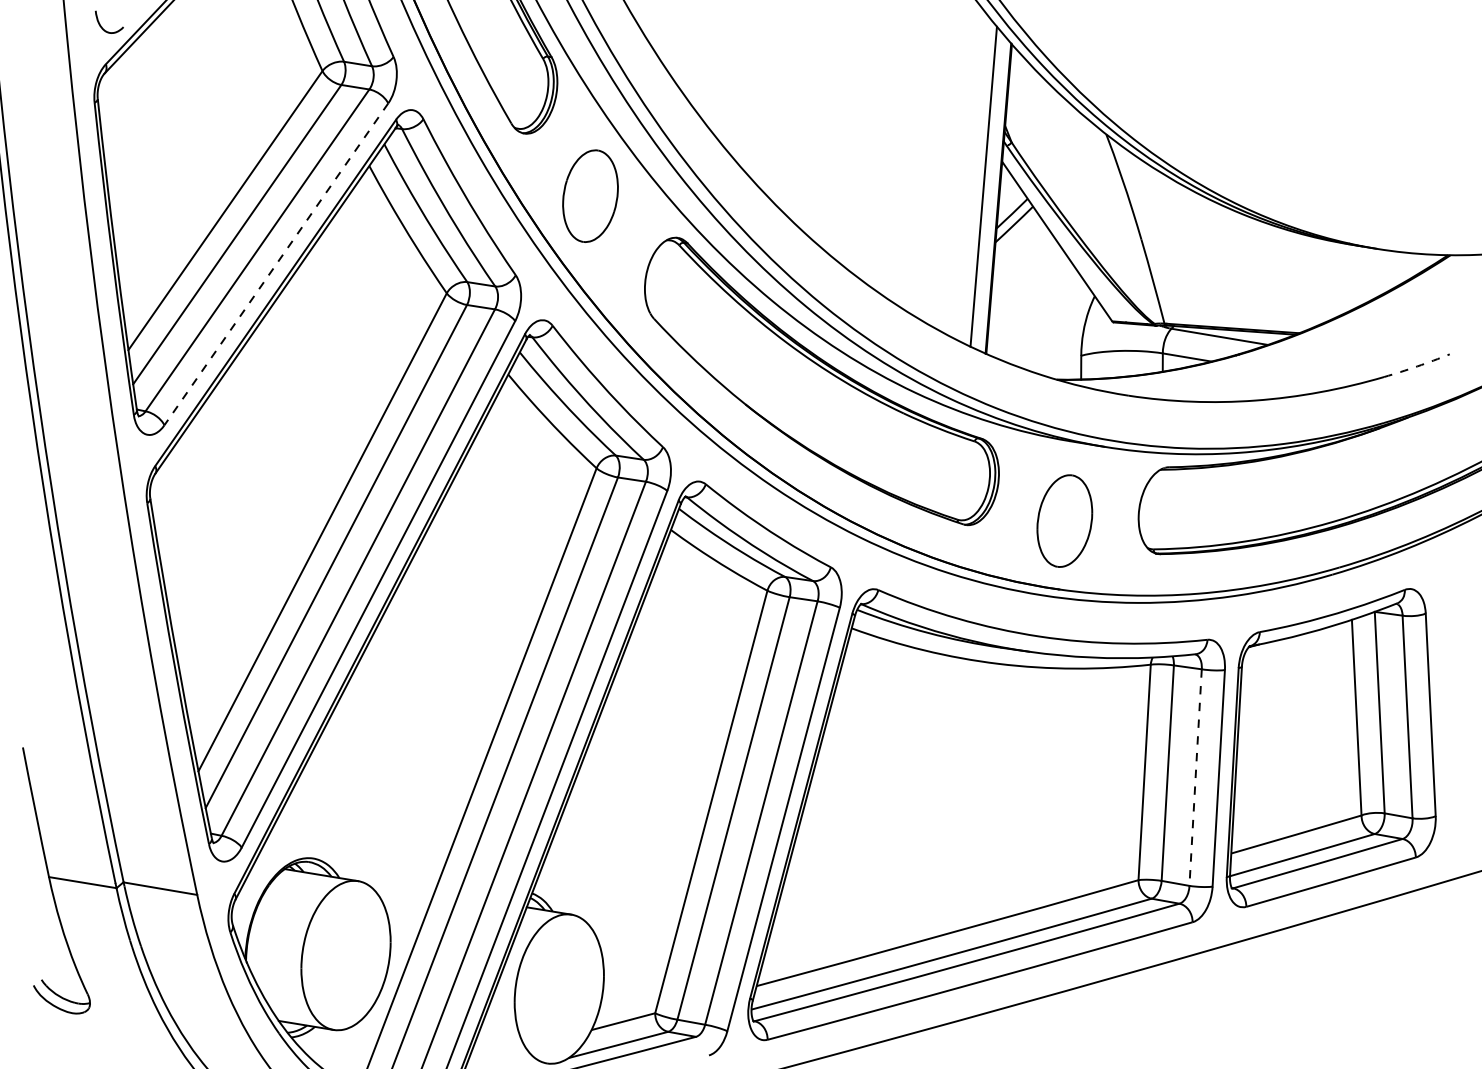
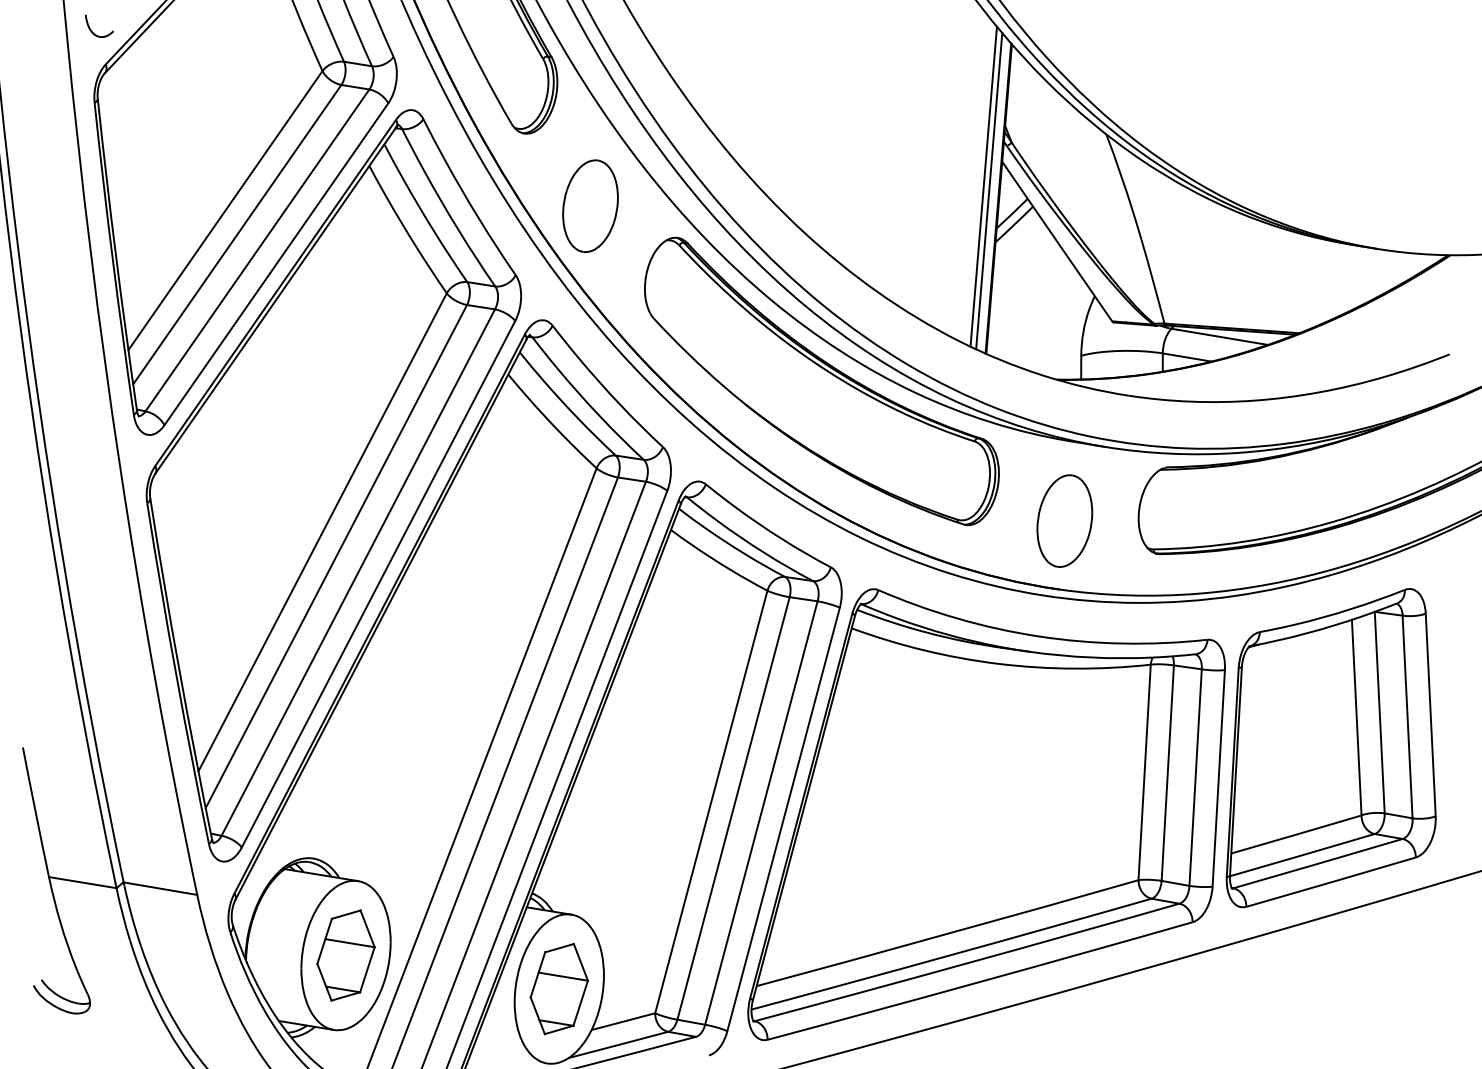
curve at (102, 26) position: (102, 26) -> (92, 30)
line at (989, 191): none -> present
part at (590, 195) position: (590, 195) -> (590, 205)
line at (276, 264): dashed -> solid
arc at (1417, 366): dashed -> solid
line at (1195, 778): dashed -> solid
part at (345, 955): none -> present
part at (558, 988): none -> present
